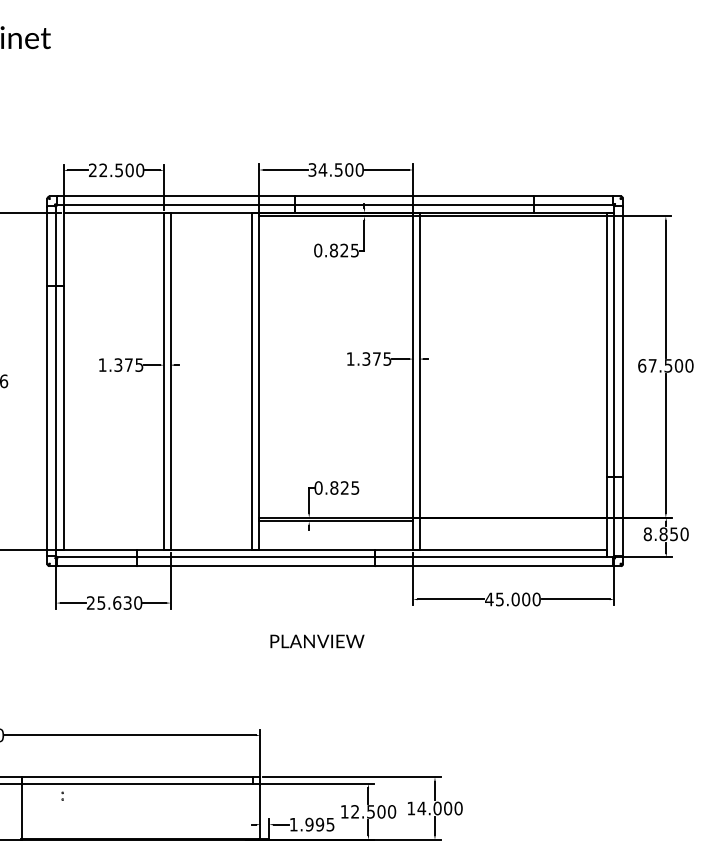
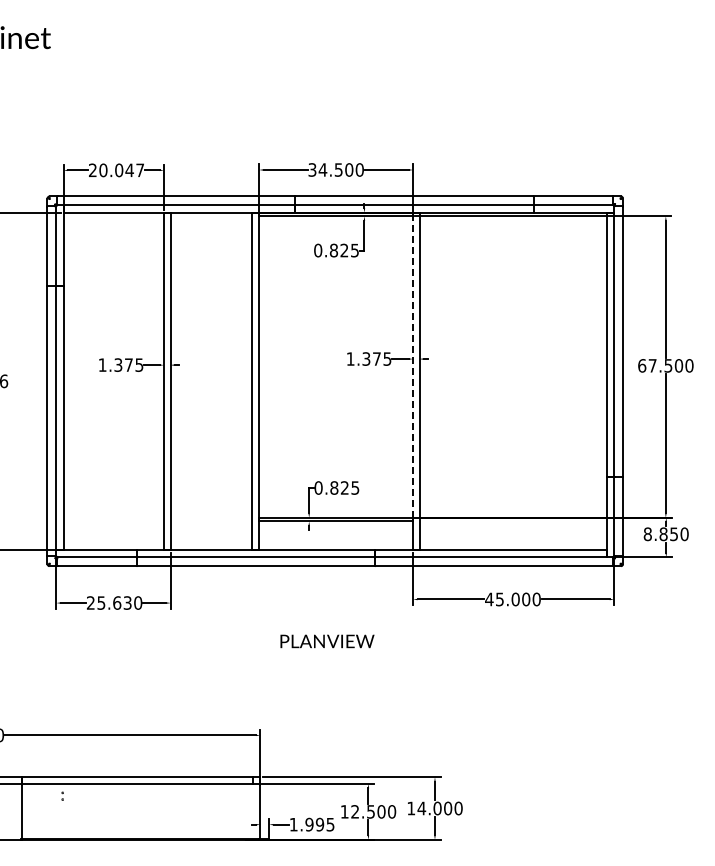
text at (121, 170): 22.500 -> 20.047
line at (413, 366): solid -> dashed
text at (317, 641) position: (317, 641) -> (327, 641)
